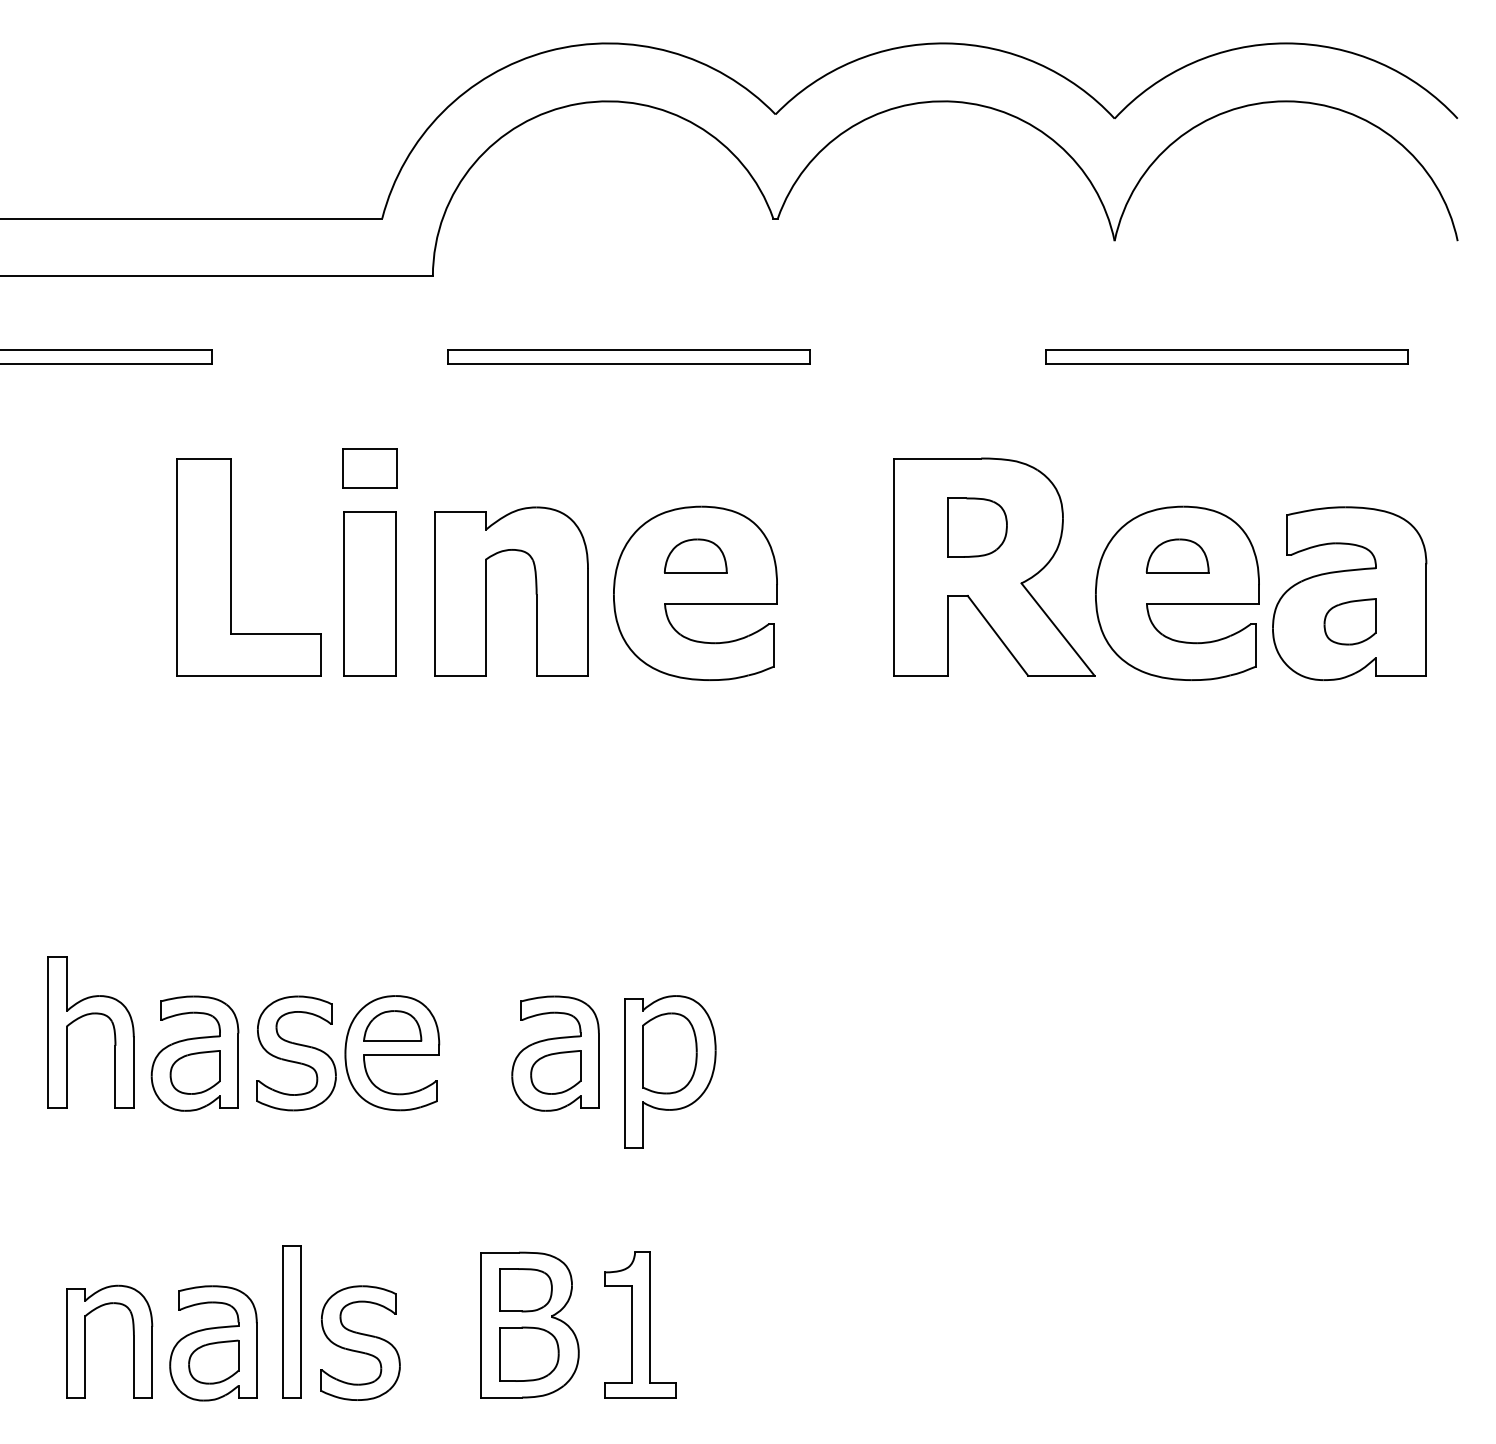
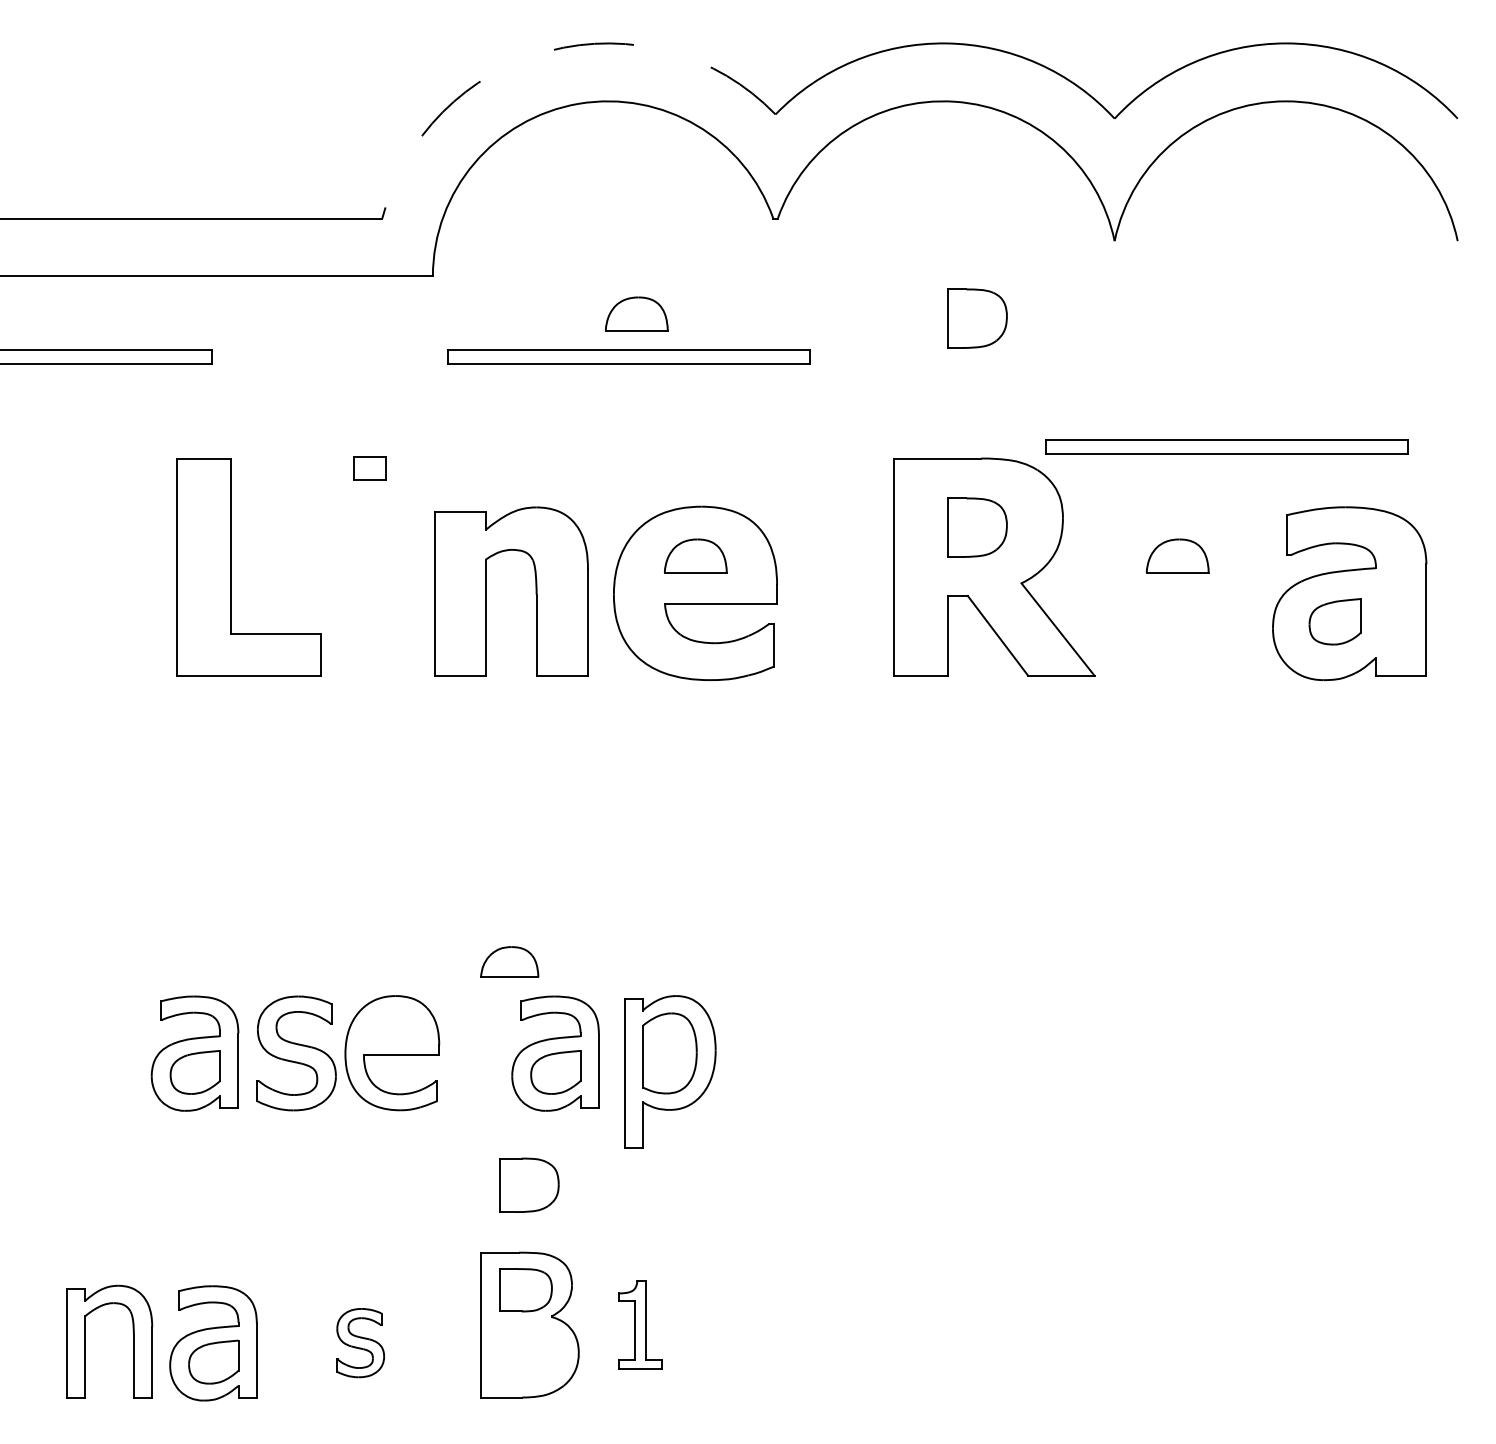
arc at (548, 51): solid -> dashed
part at (636, 313): none -> present
part at (977, 318): none -> present
part at (1226, 356) position: (1226, 356) -> (1226, 446)
part at (369, 468) size: 56x41 px -> 34x25 px
part at (1177, 592): present -> none
part at (369, 593): present -> none
part at (1349, 621) position: (1349, 621) -> (1334, 621)
part at (85, 1016): present -> none
part at (392, 1025) position: (392, 1025) -> (509, 961)
part at (291, 1321): present -> none
part at (640, 1324) size: 73x148 px -> 45x90 px
part at (360, 1342) size: 81x116 px -> 49x71 px
part at (529, 1353) position: (529, 1353) -> (529, 1184)
